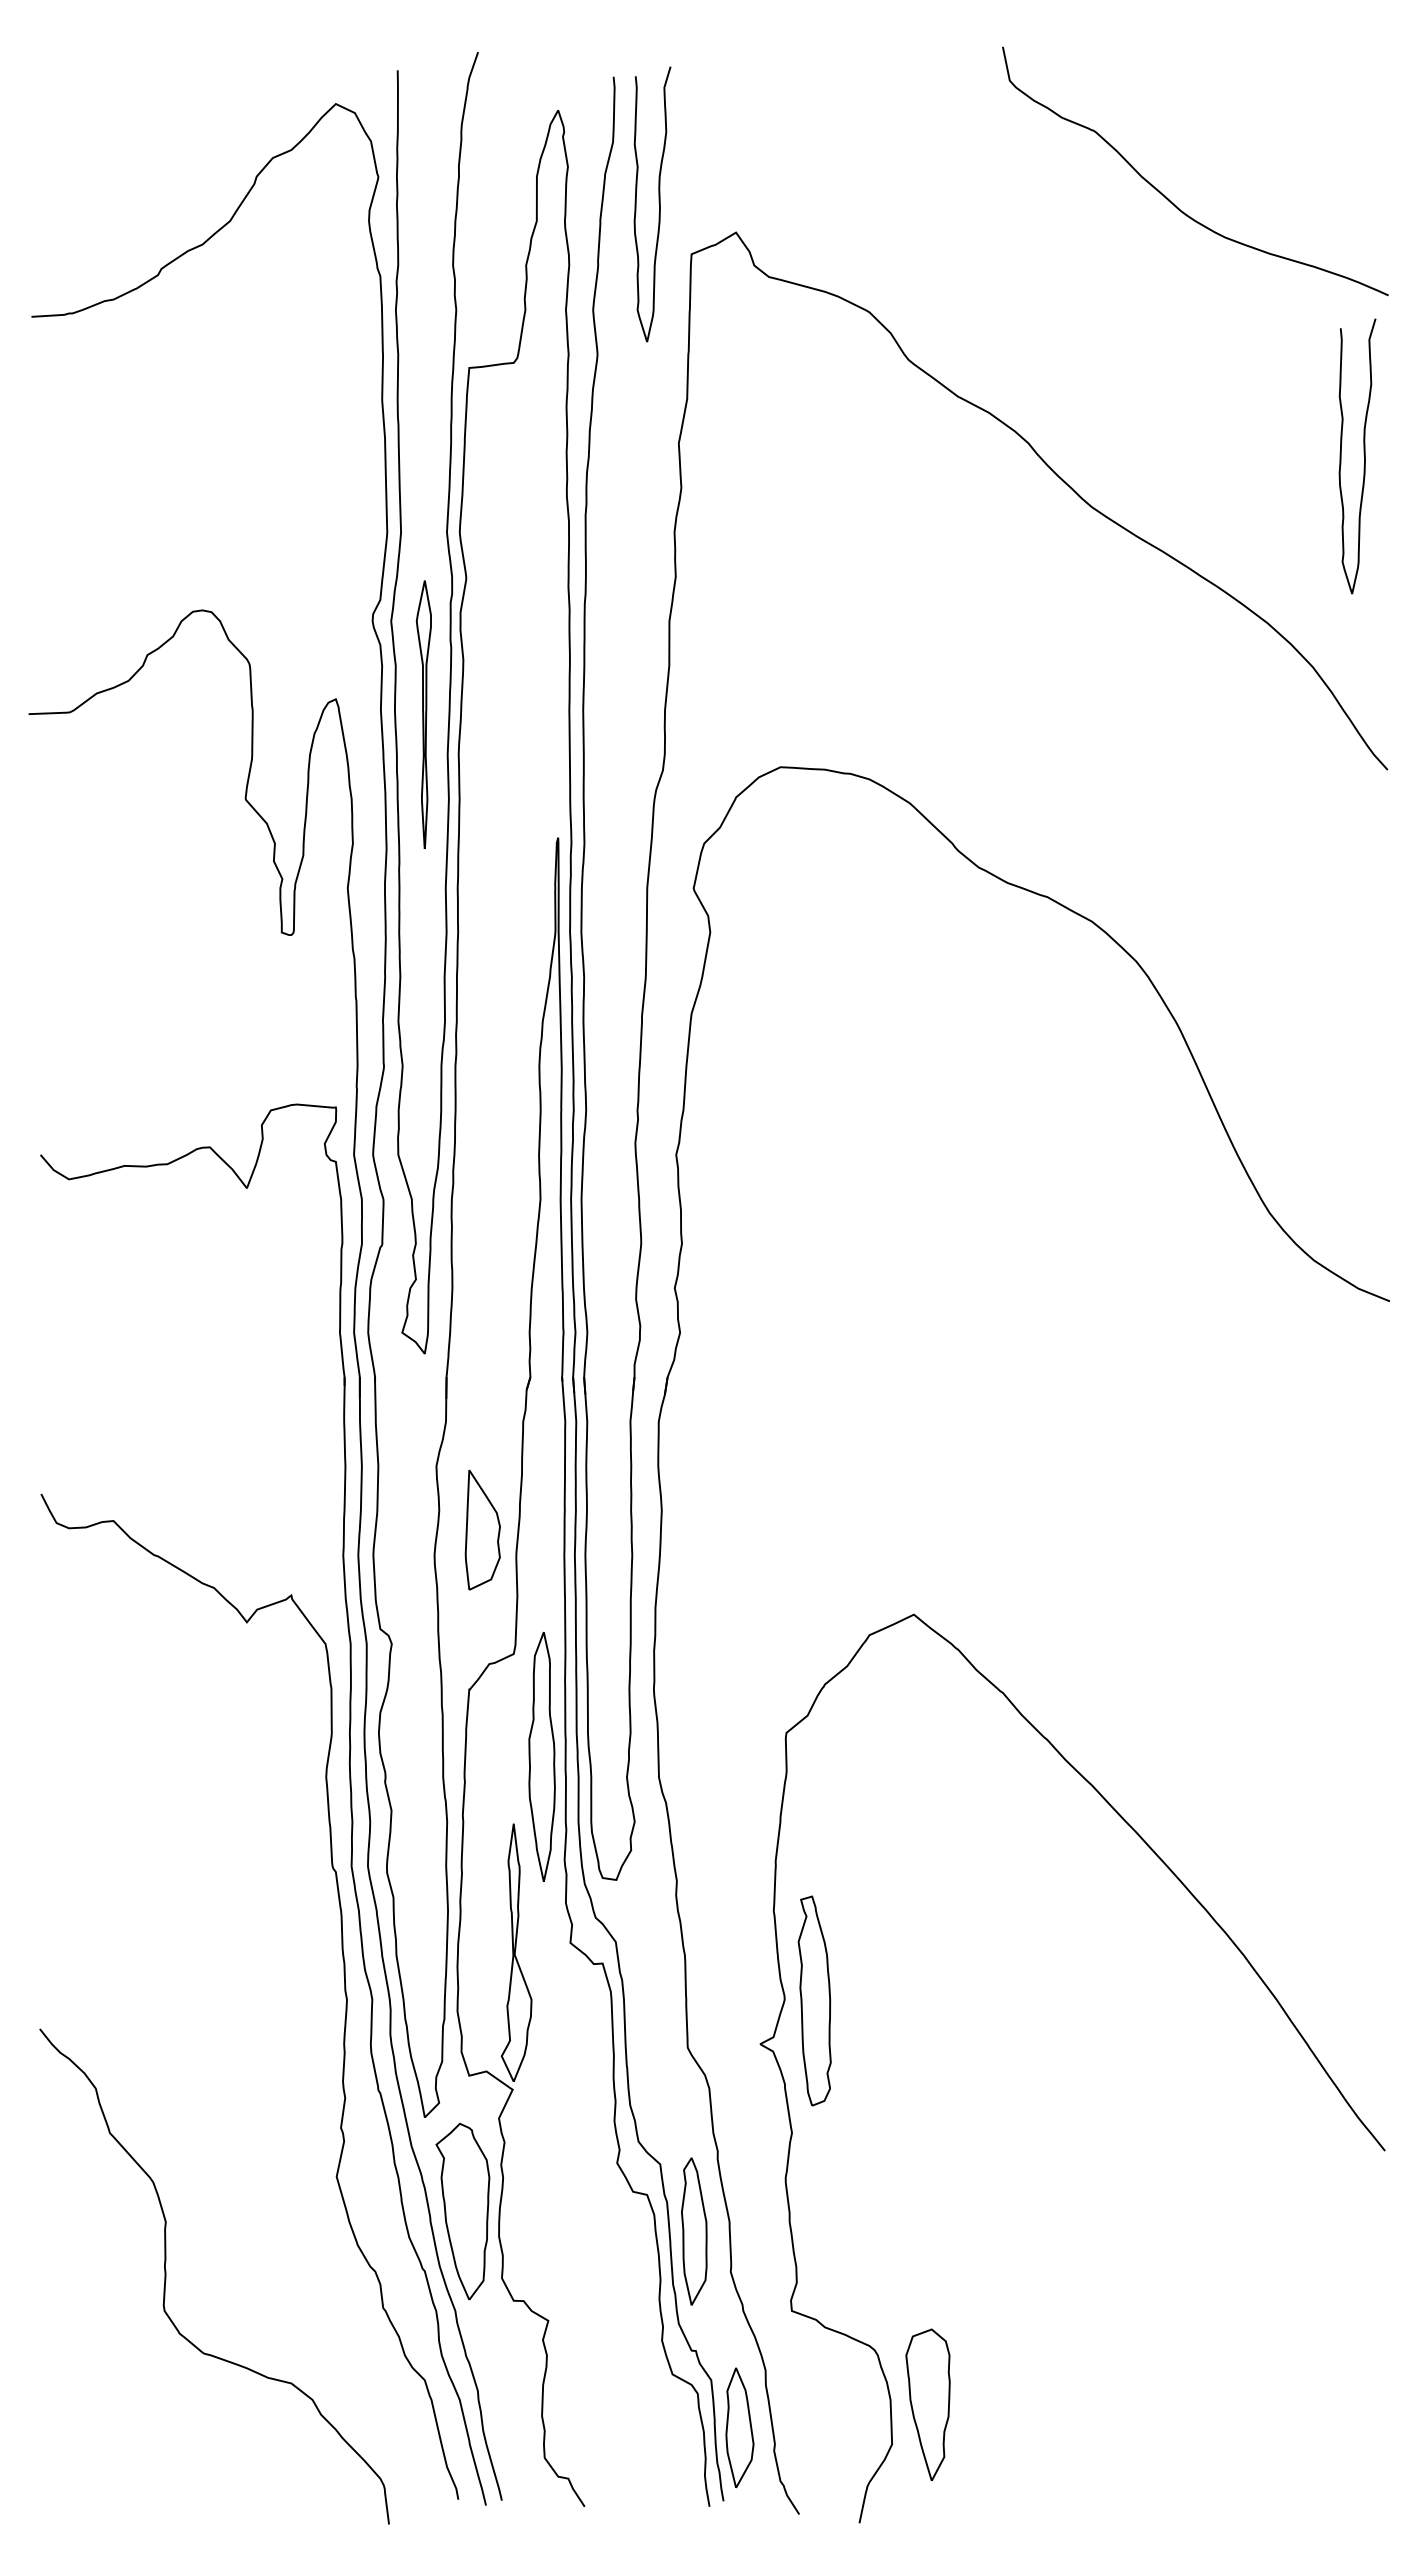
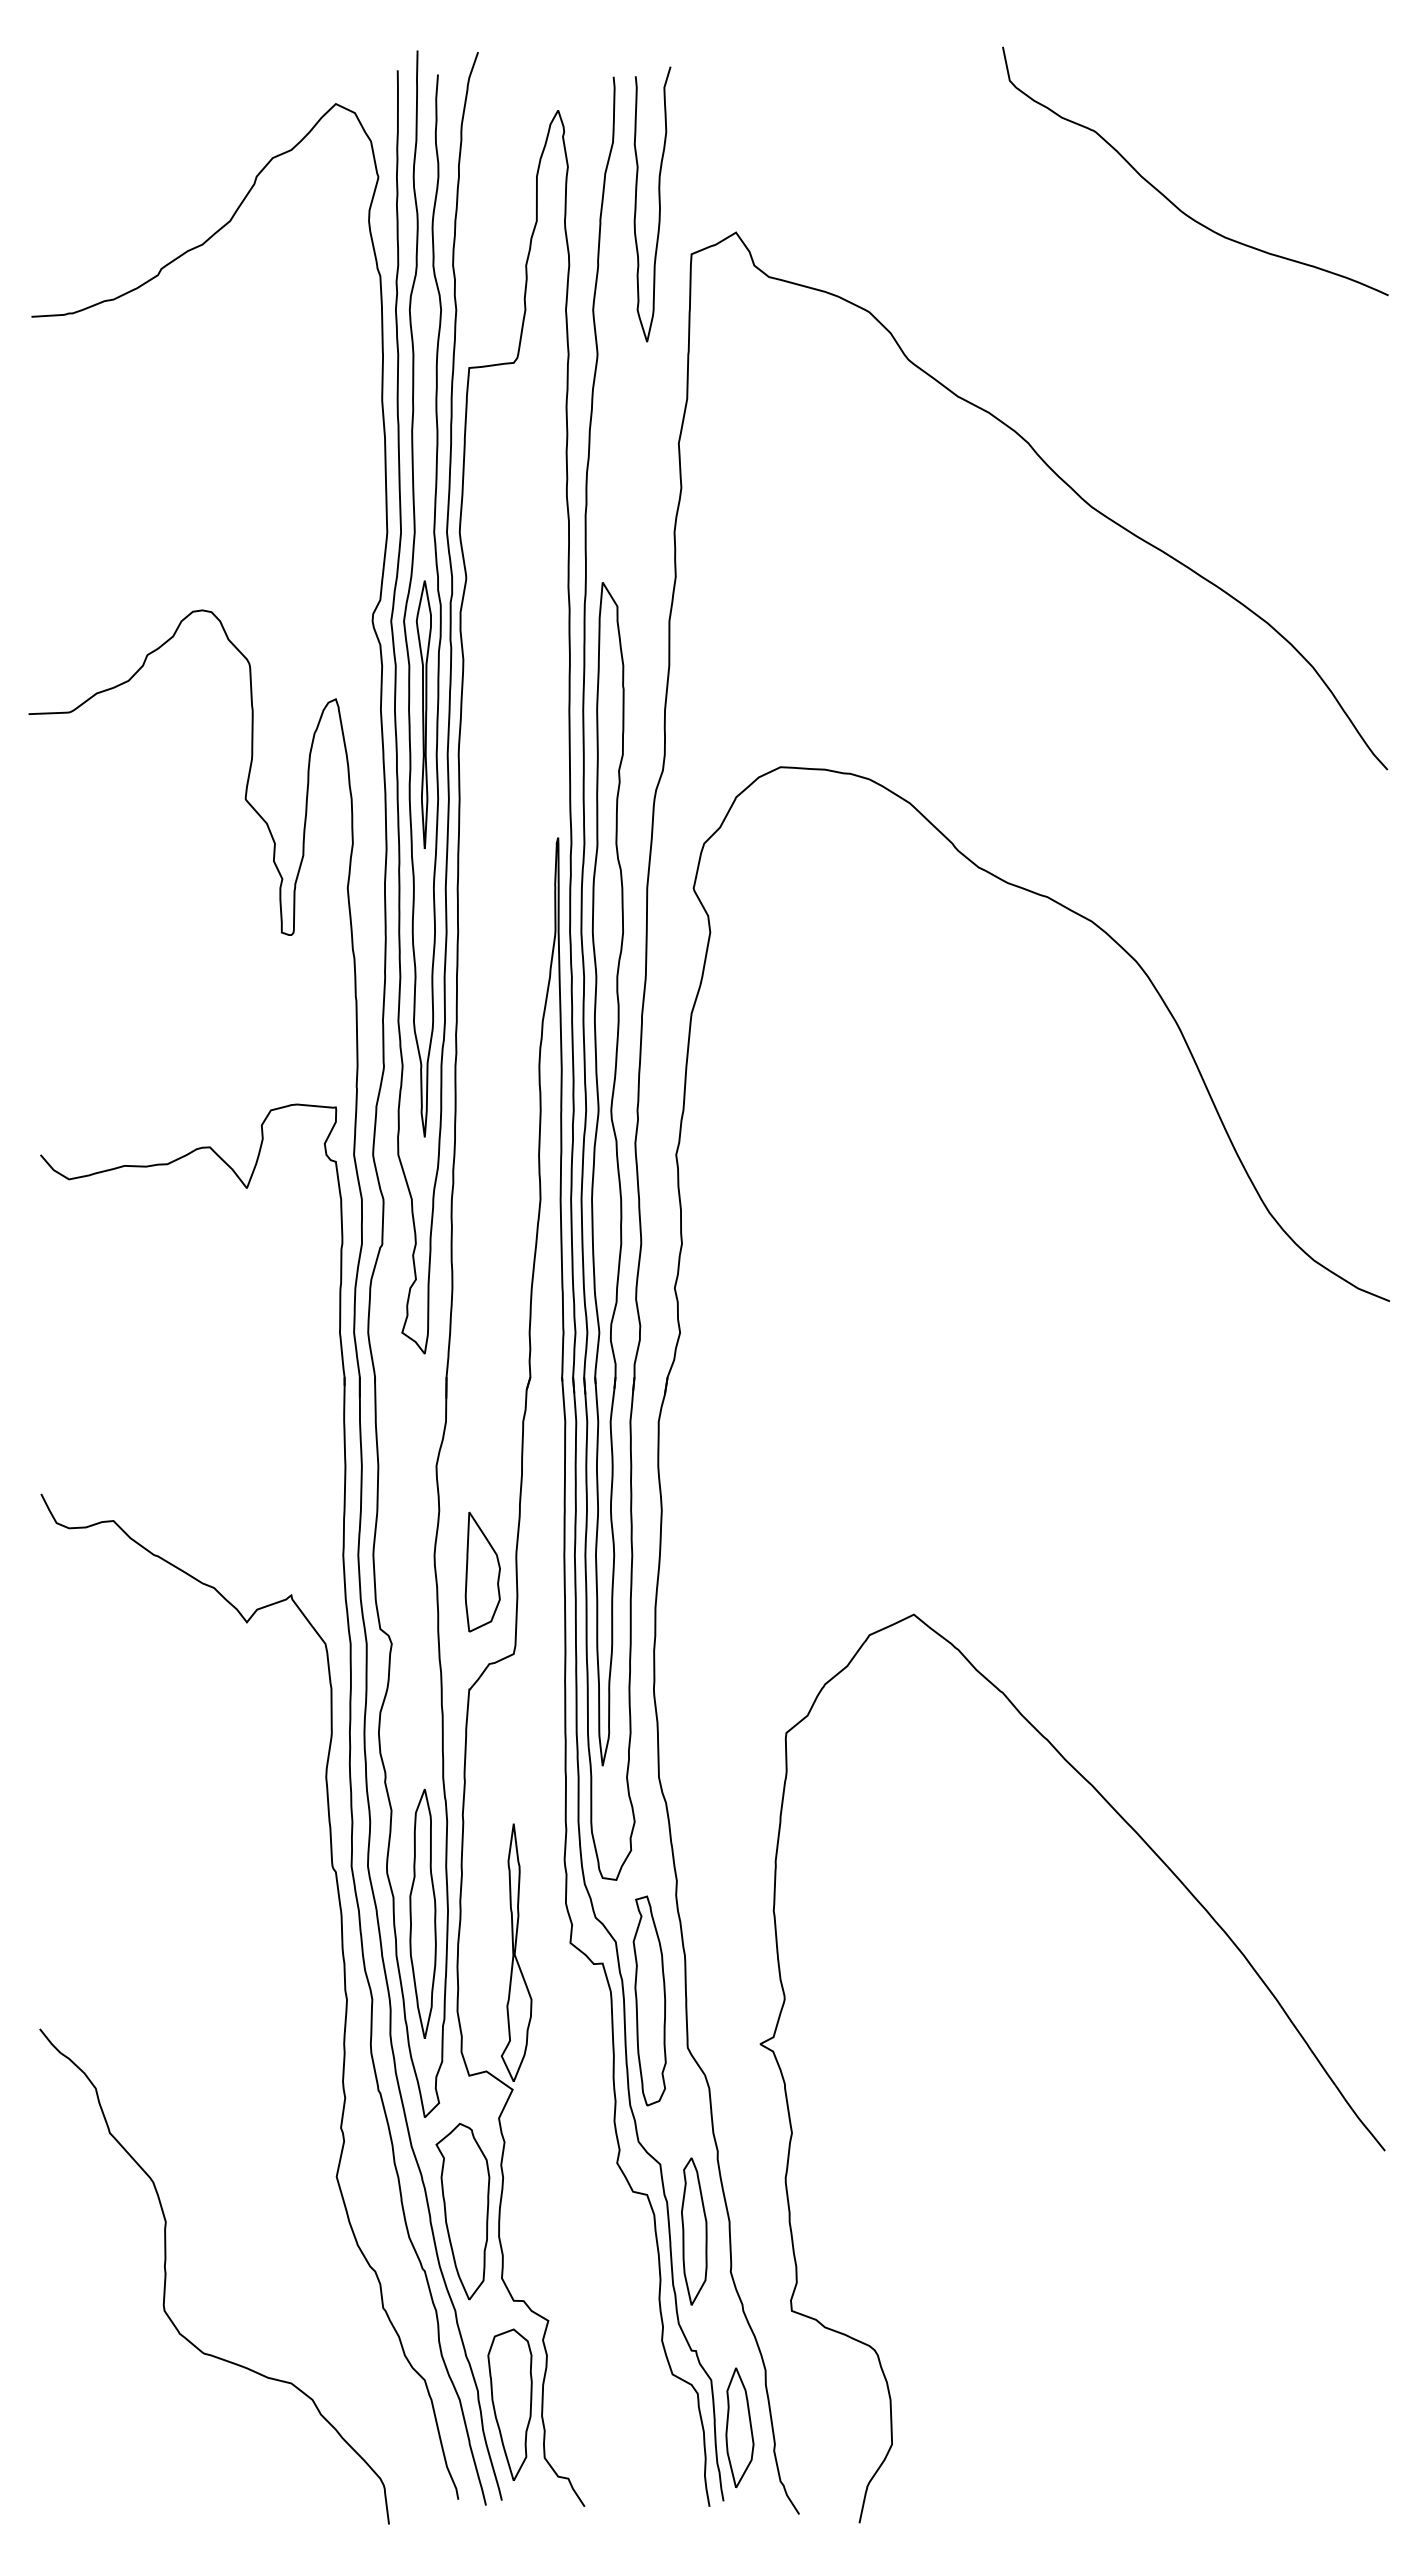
curve at (1363, 455): present -> none
curve at (410, 590): none -> present
part at (607, 1174): none -> present
part at (482, 1529) position: (482, 1529) -> (482, 1571)
part at (541, 1756) position: (541, 1756) -> (422, 1913)
part at (814, 2000) position: (814, 2000) -> (649, 2000)
part at (927, 2404) position: (927, 2404) -> (509, 2404)
